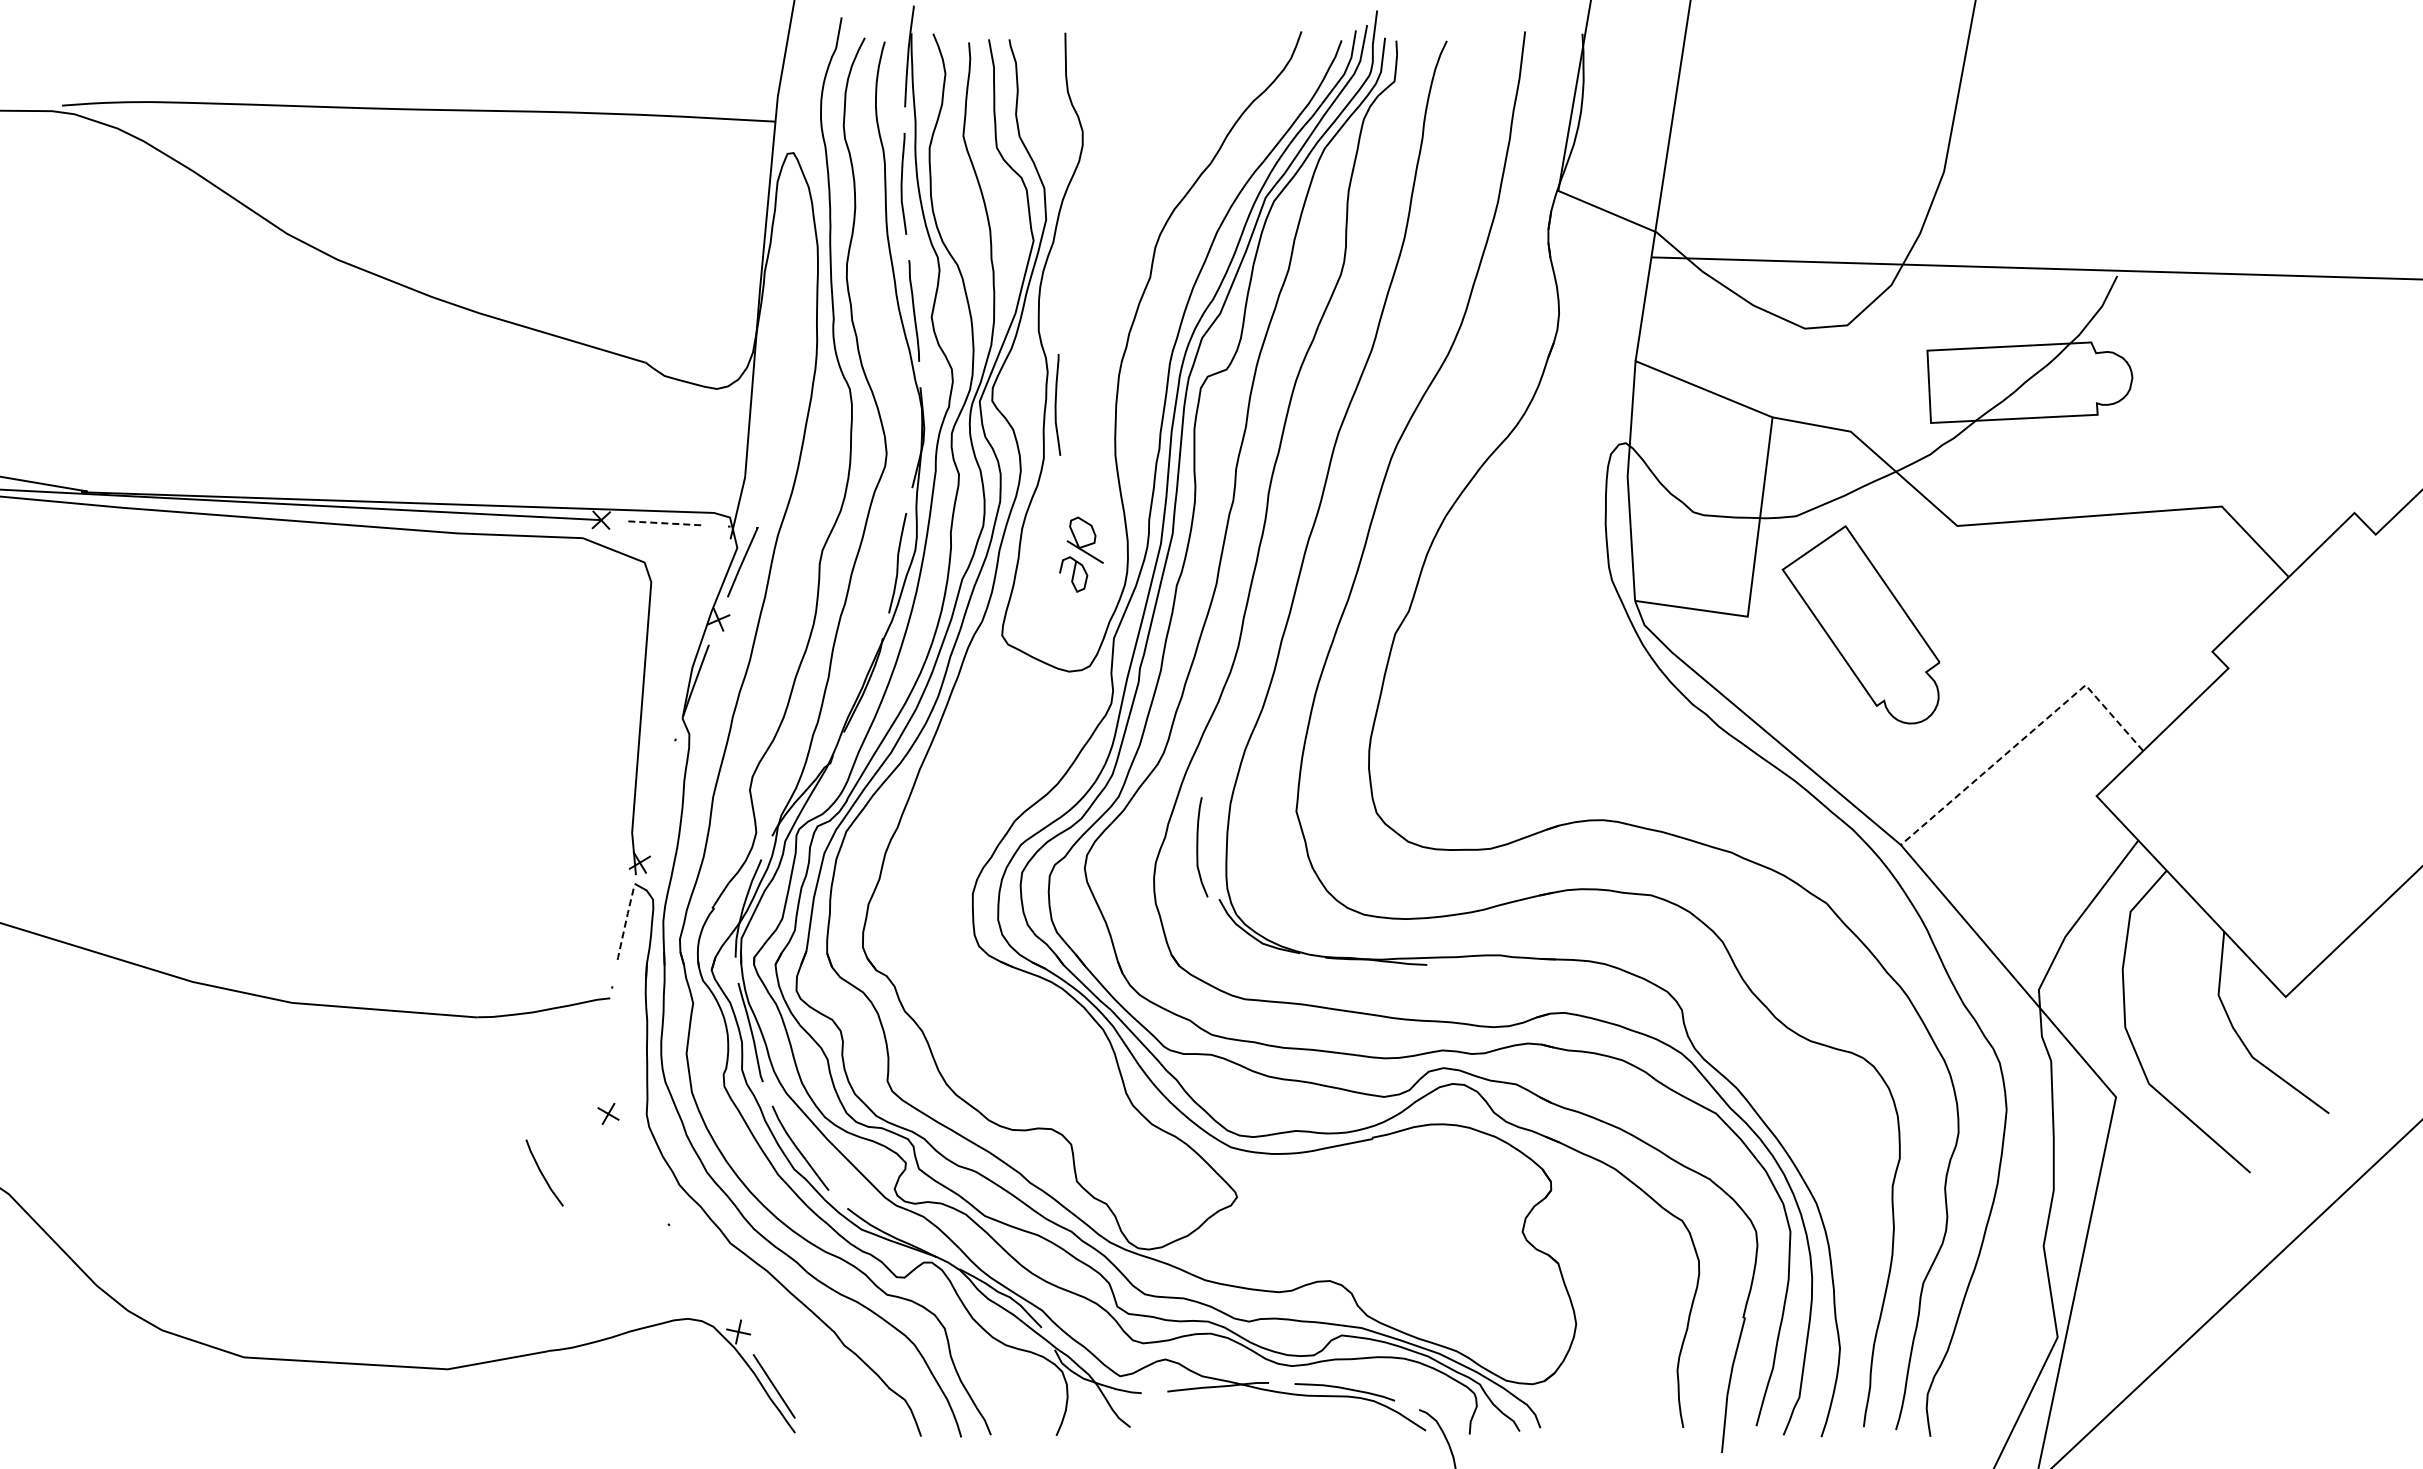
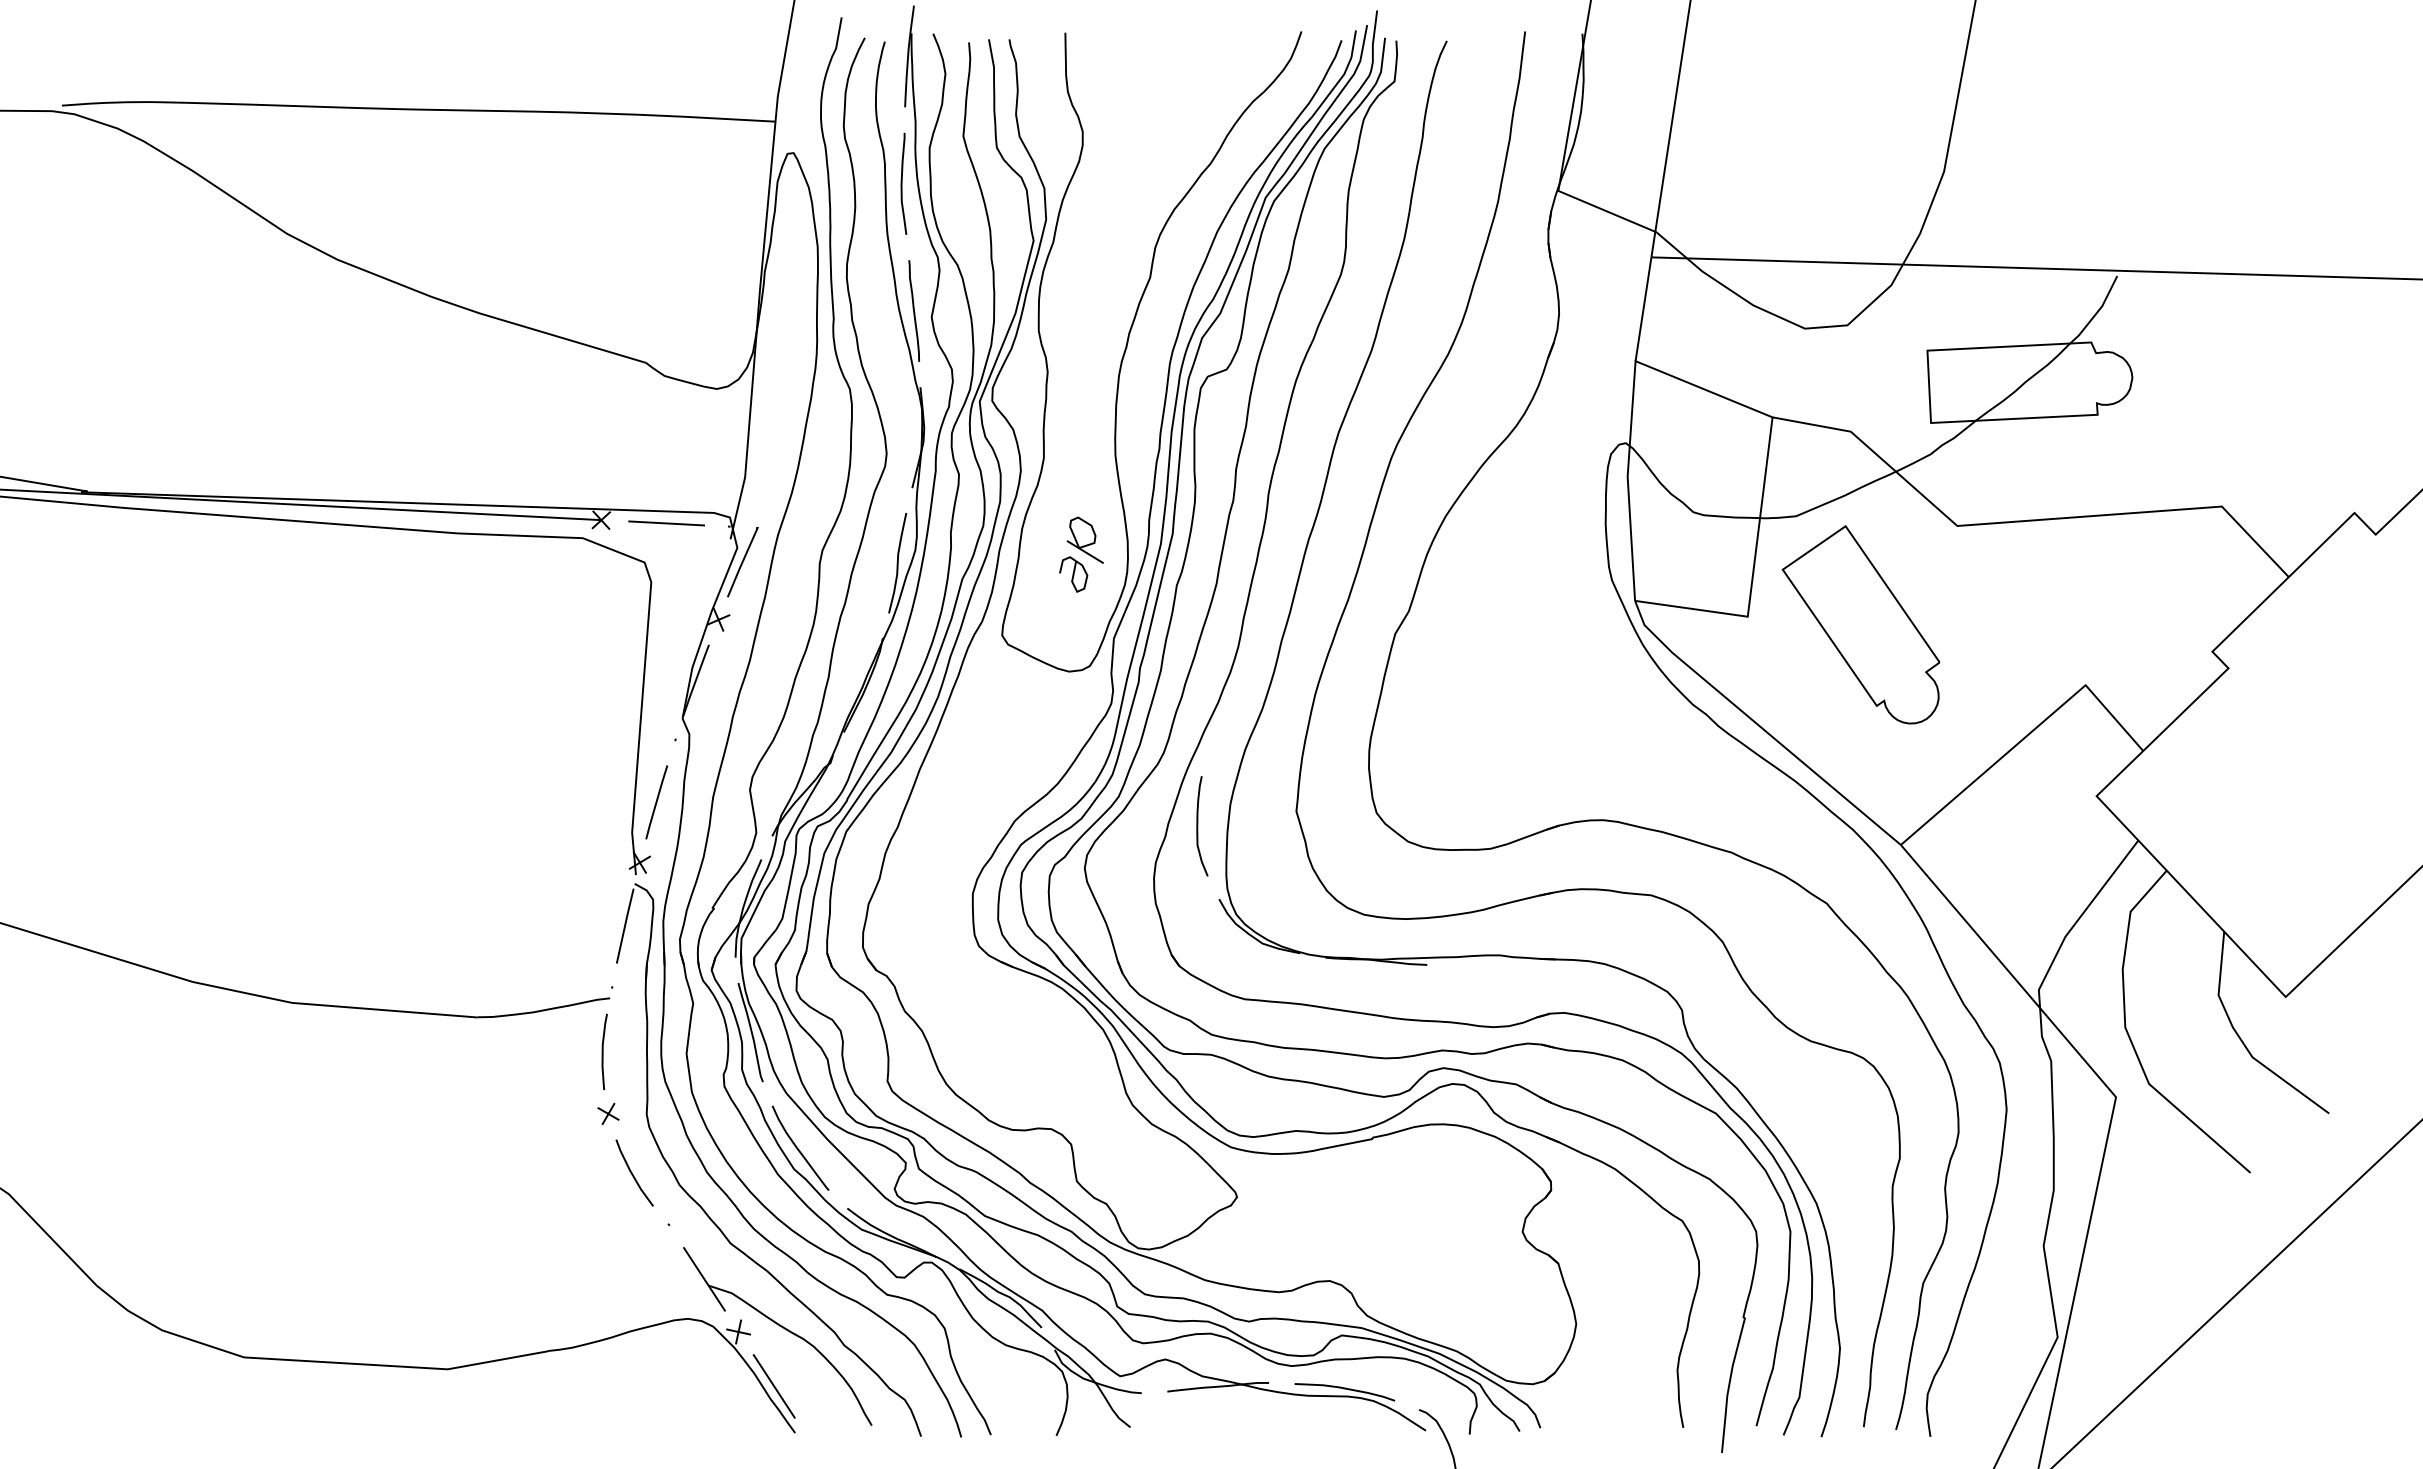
curve at (1056, 404): present -> none
line at (667, 523): dashed -> solid
line at (2026, 736): dashed -> solid
line at (656, 802): none -> present
curve at (1198, 847) position: (1198, 847) -> (1198, 826)
line at (624, 926): dashed -> solid
curve at (603, 1051): none -> present
line at (542, 1172) position: (542, 1172) -> (632, 1172)
part at (782, 1328): none -> present
